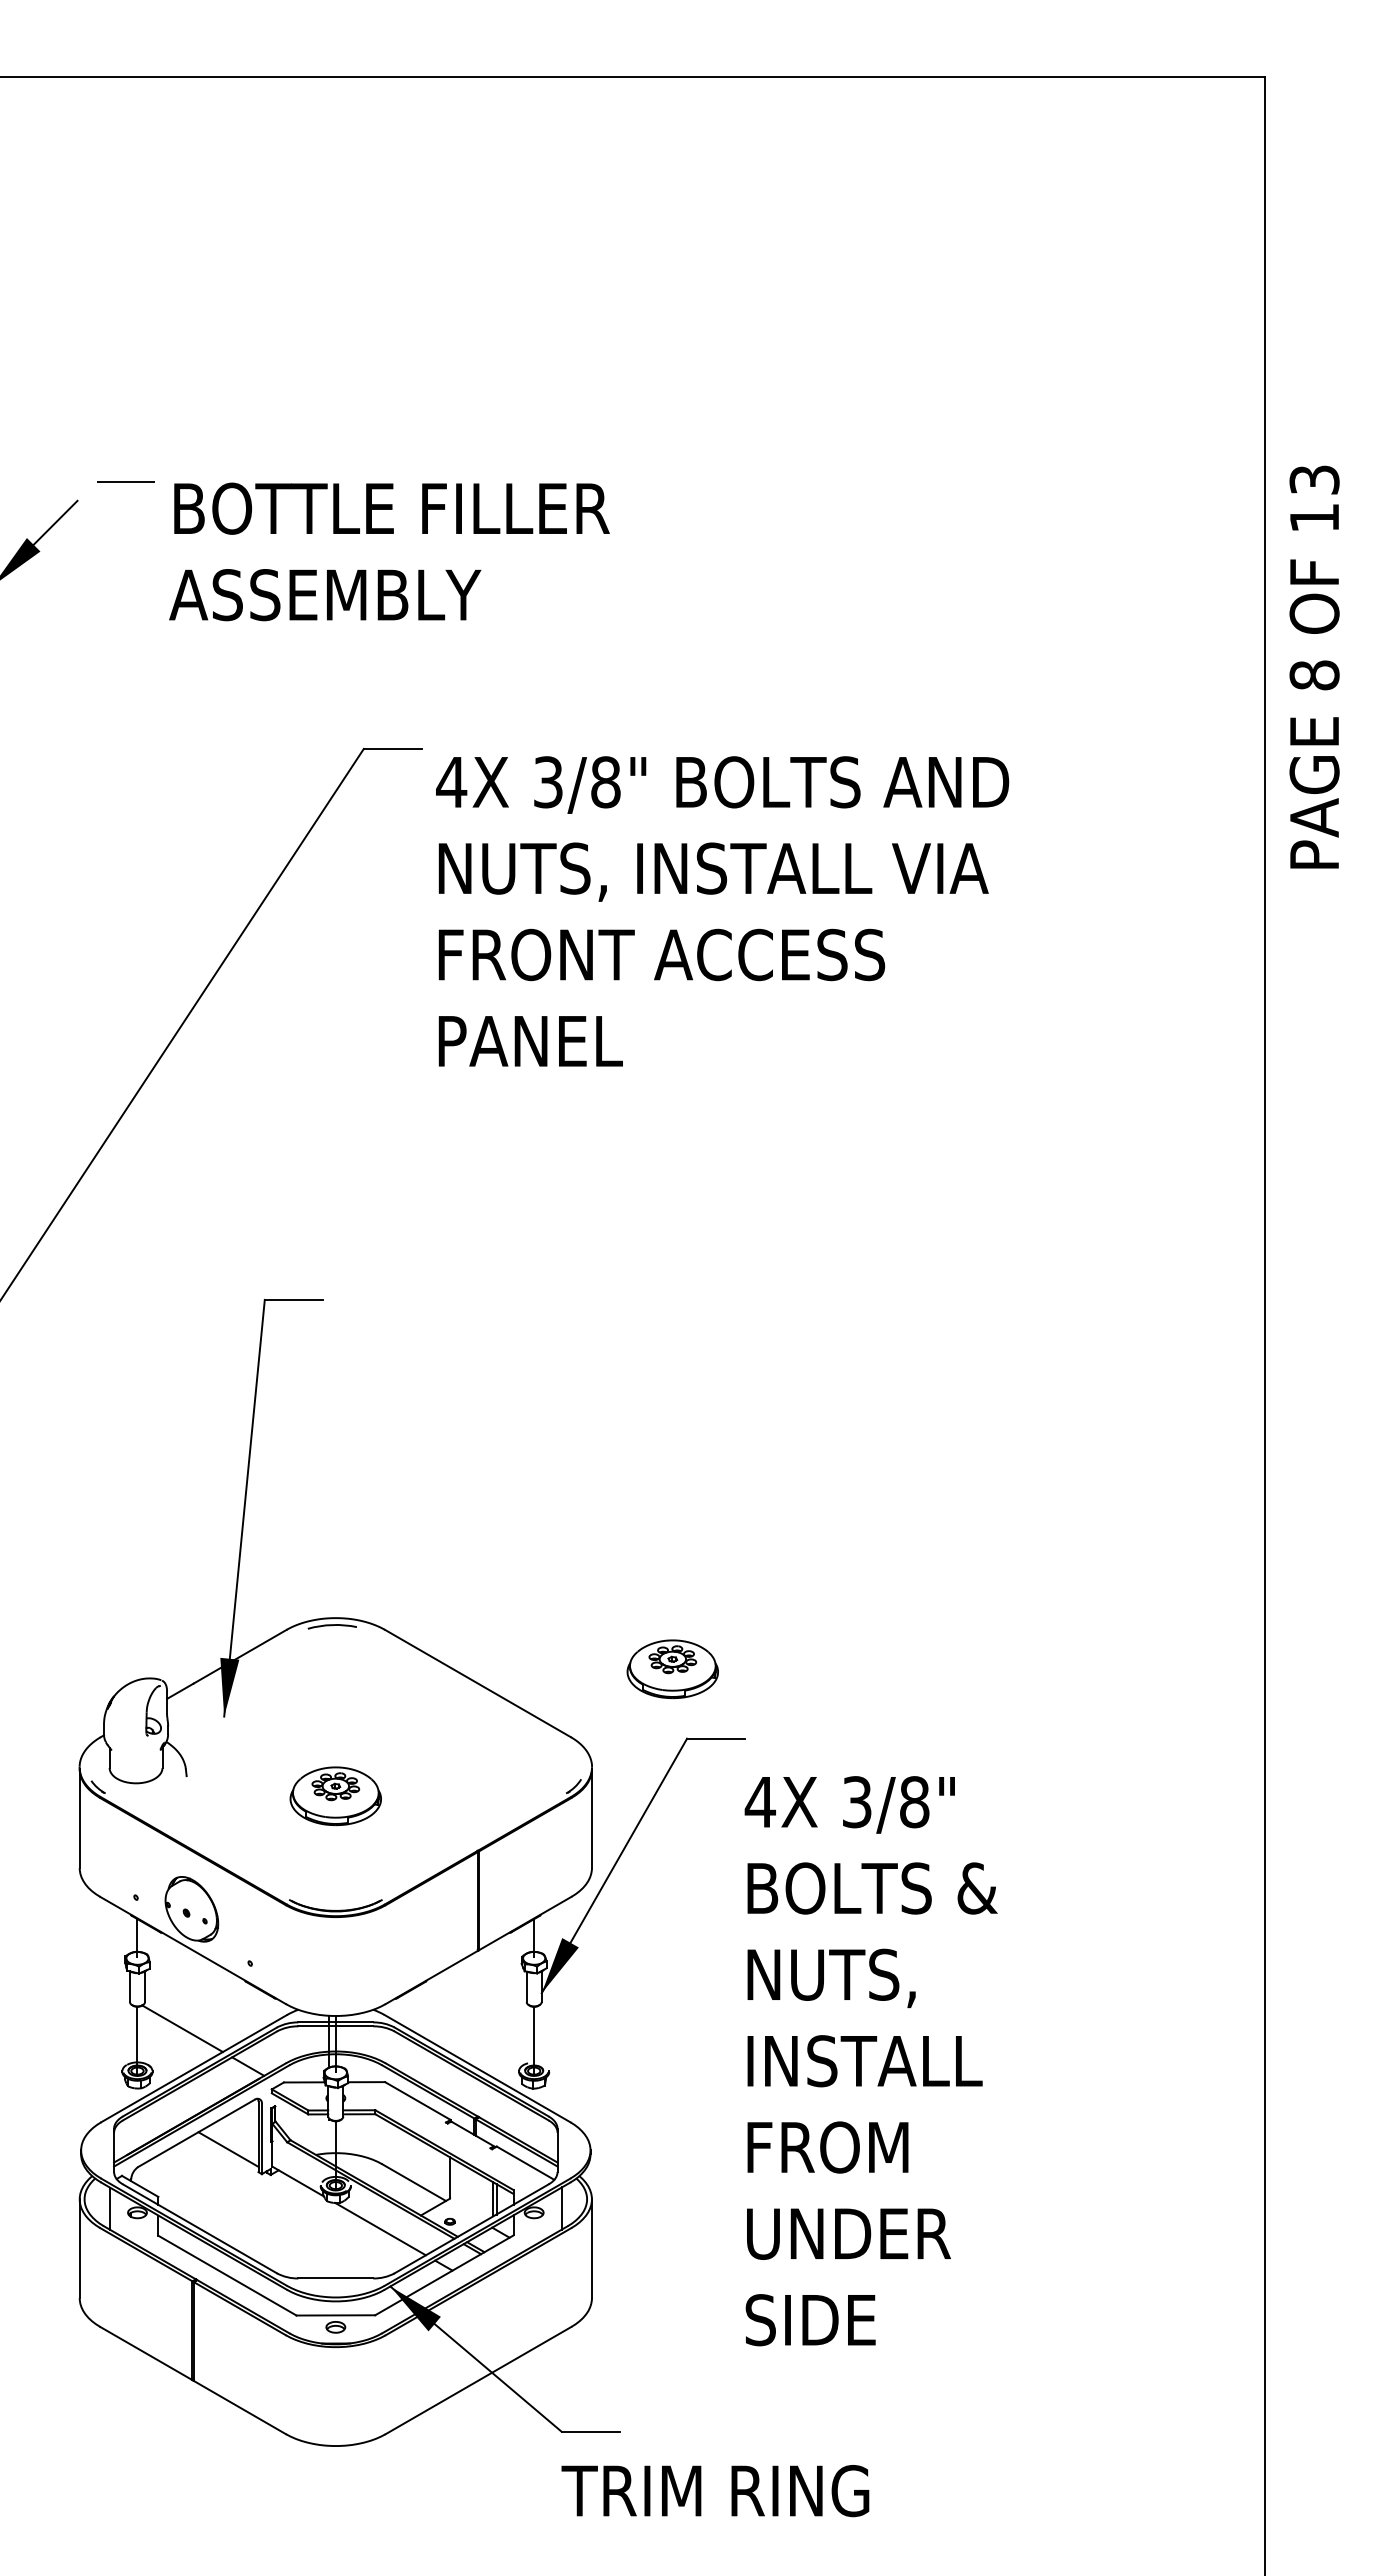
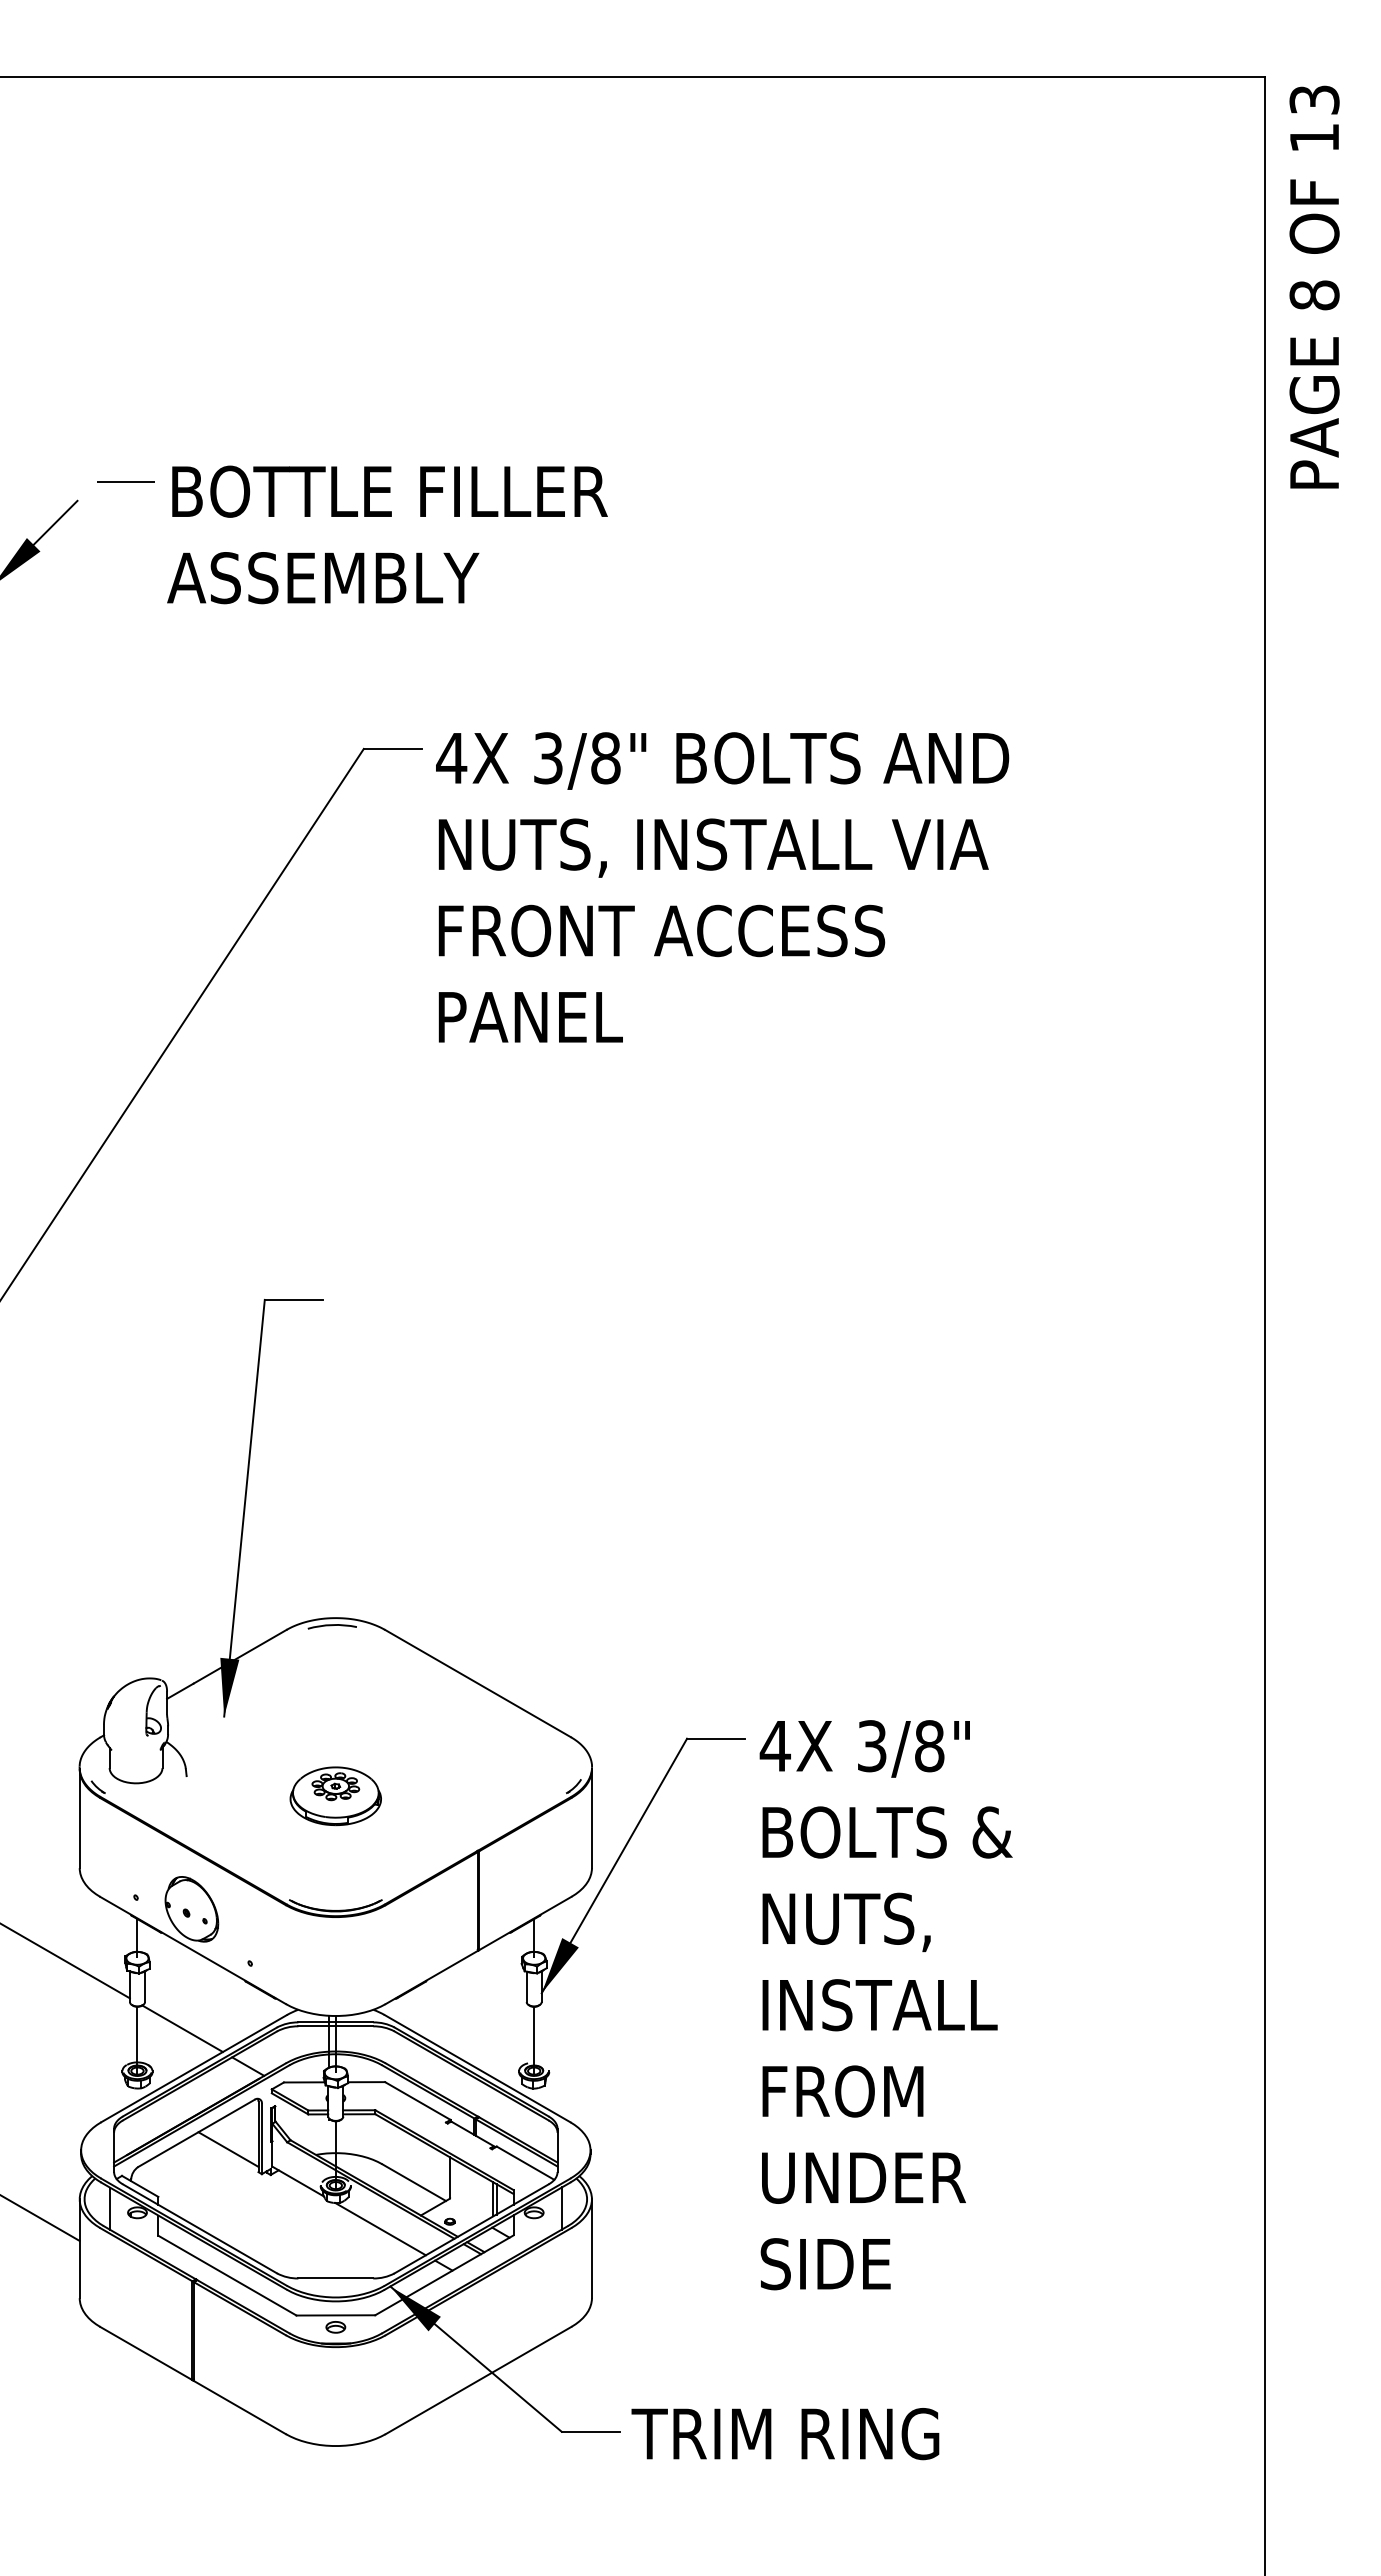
text at (389, 551) position: (389, 551) -> (387, 534)
text at (1314, 666) position: (1314, 666) -> (1314, 286)
text at (722, 911) position: (722, 911) -> (722, 887)
part at (672, 1669): present -> none
line at (65, 1961): none -> present
text at (870, 2061) position: (870, 2061) -> (885, 2005)
line at (40, 2218): none -> present
text at (715, 2491) position: (715, 2491) -> (785, 2434)
